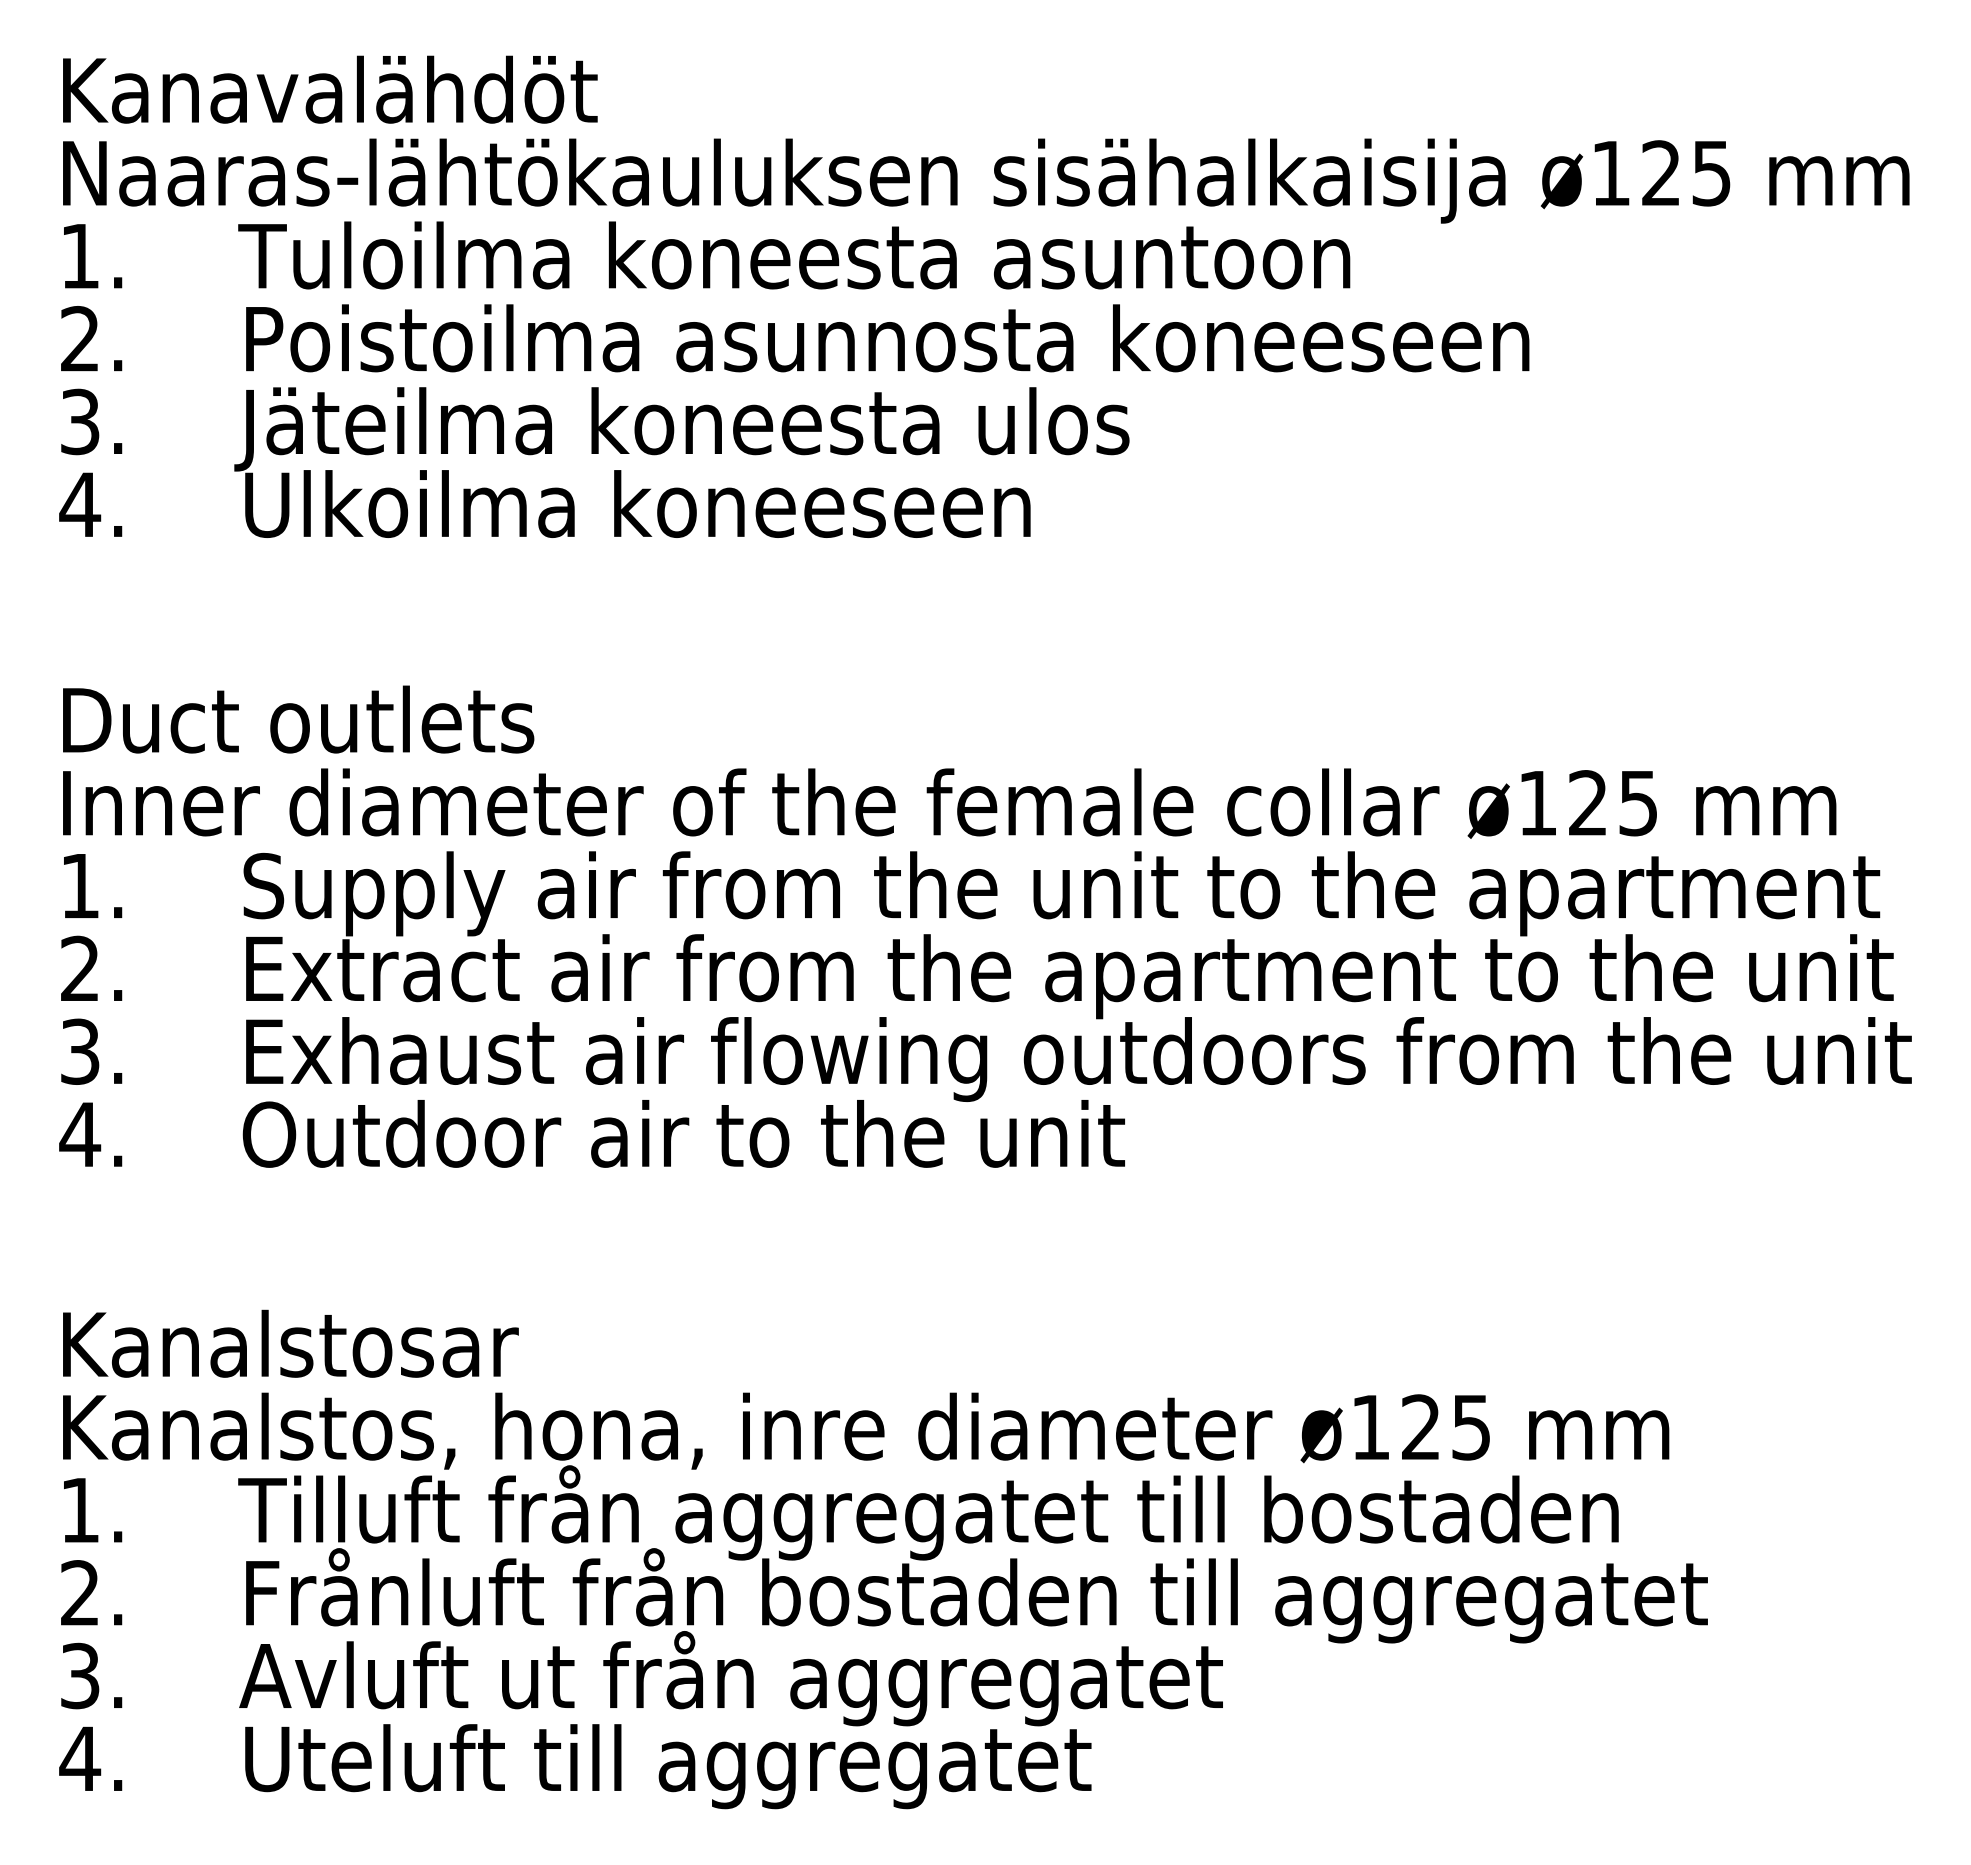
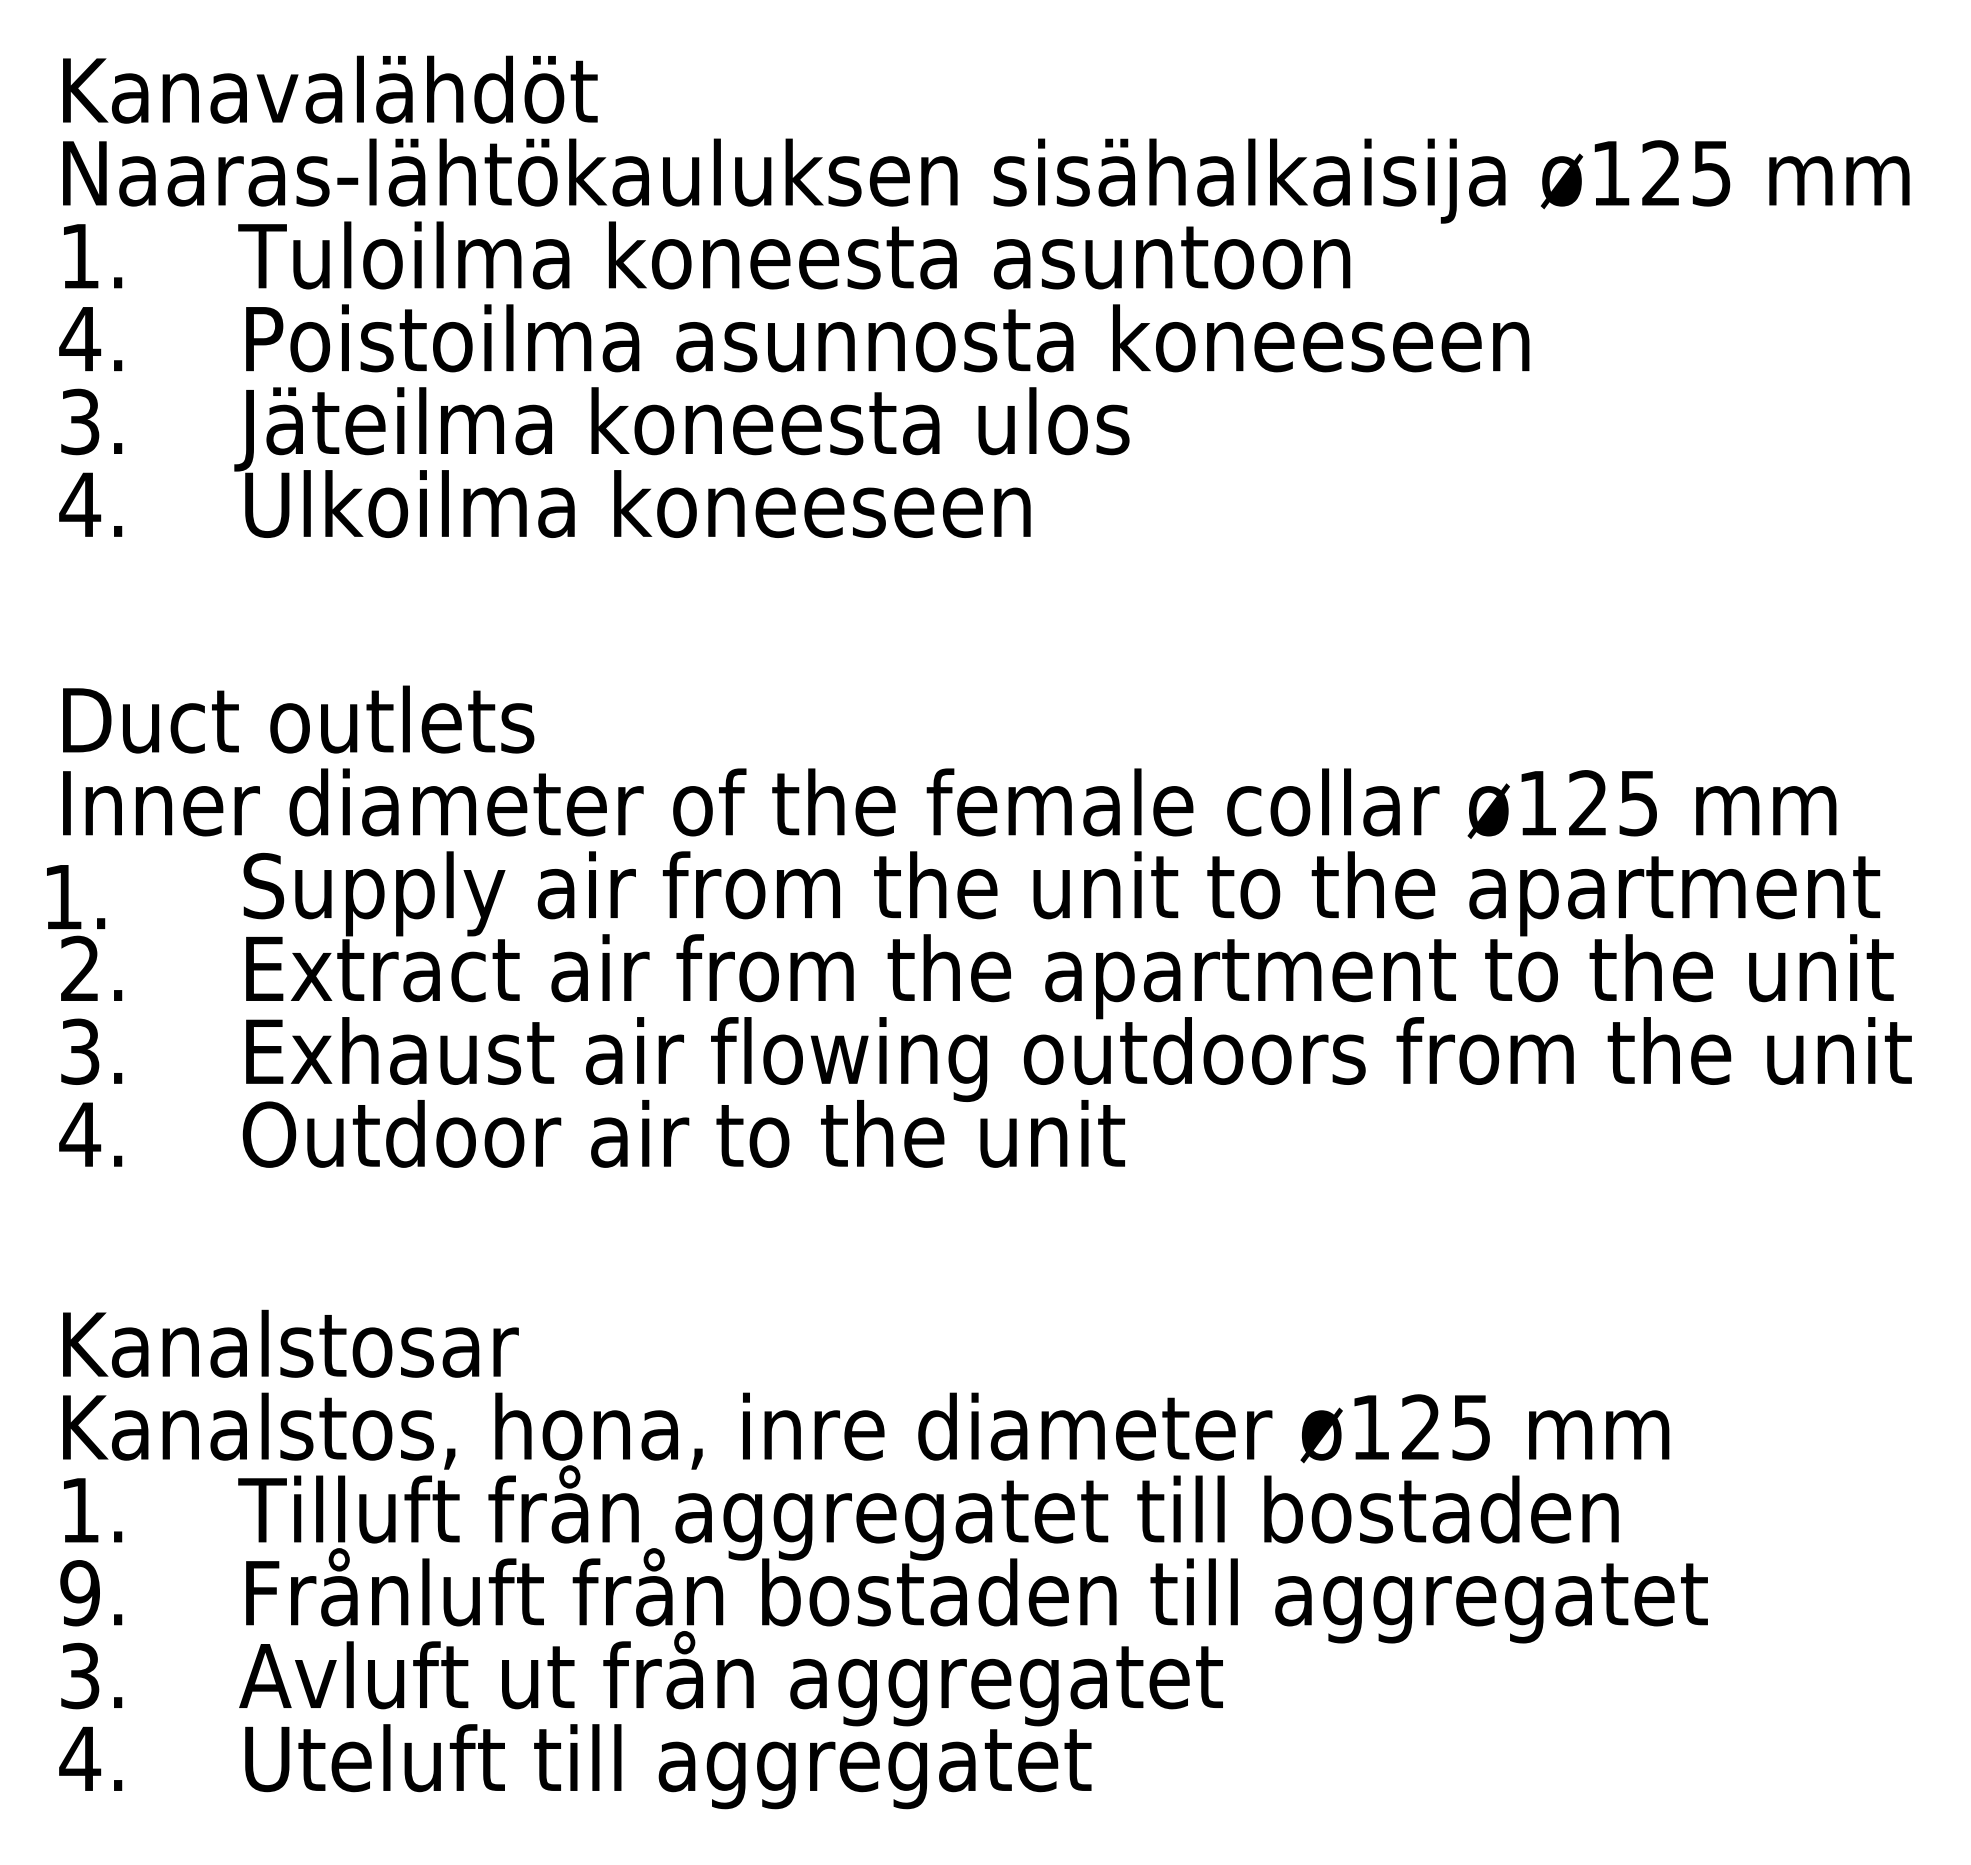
text at (80, 338): 2. -> 4.
text at (93, 885) position: (93, 885) -> (76, 896)
text at (79, 1593): 2. -> 9.
